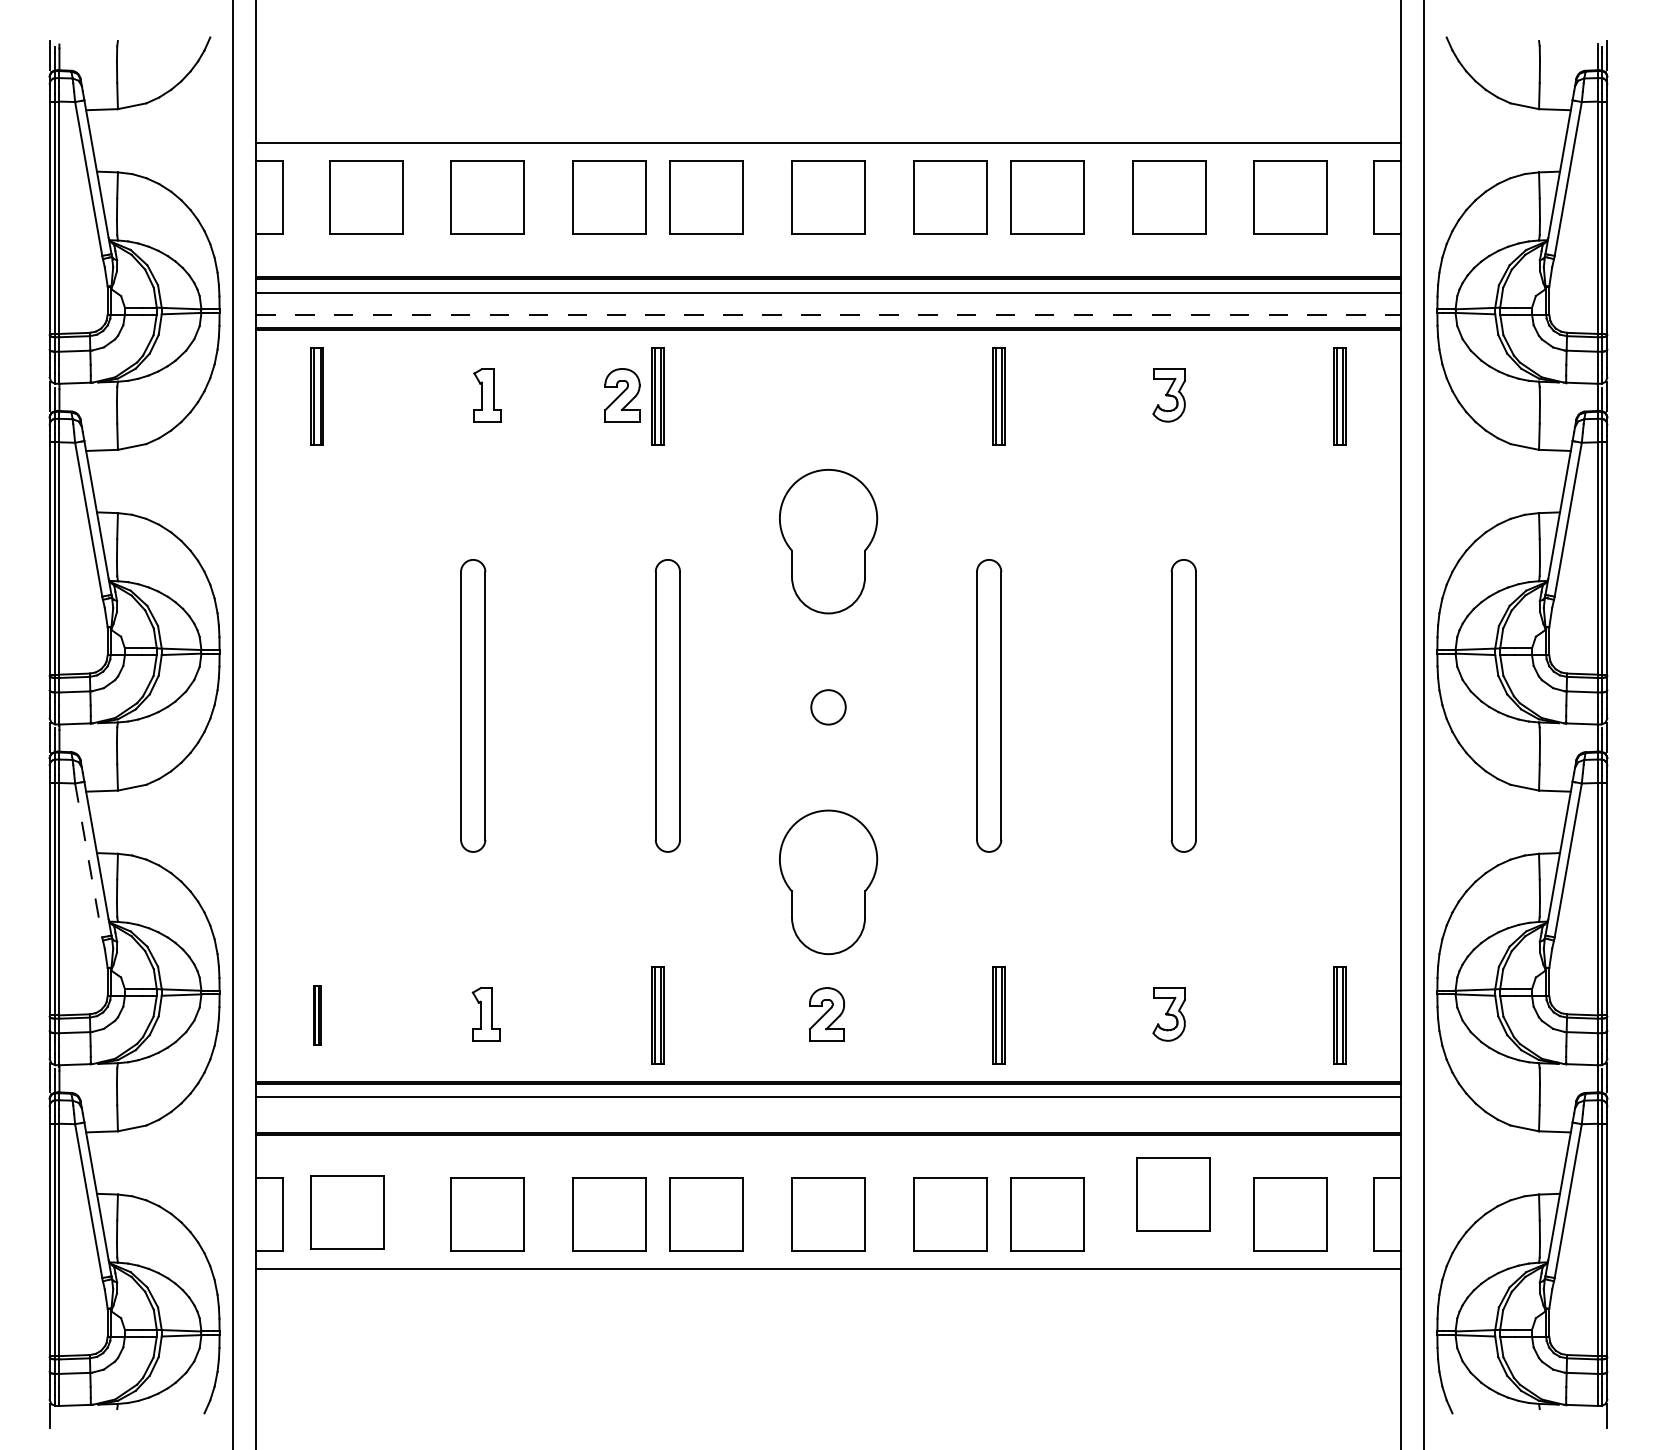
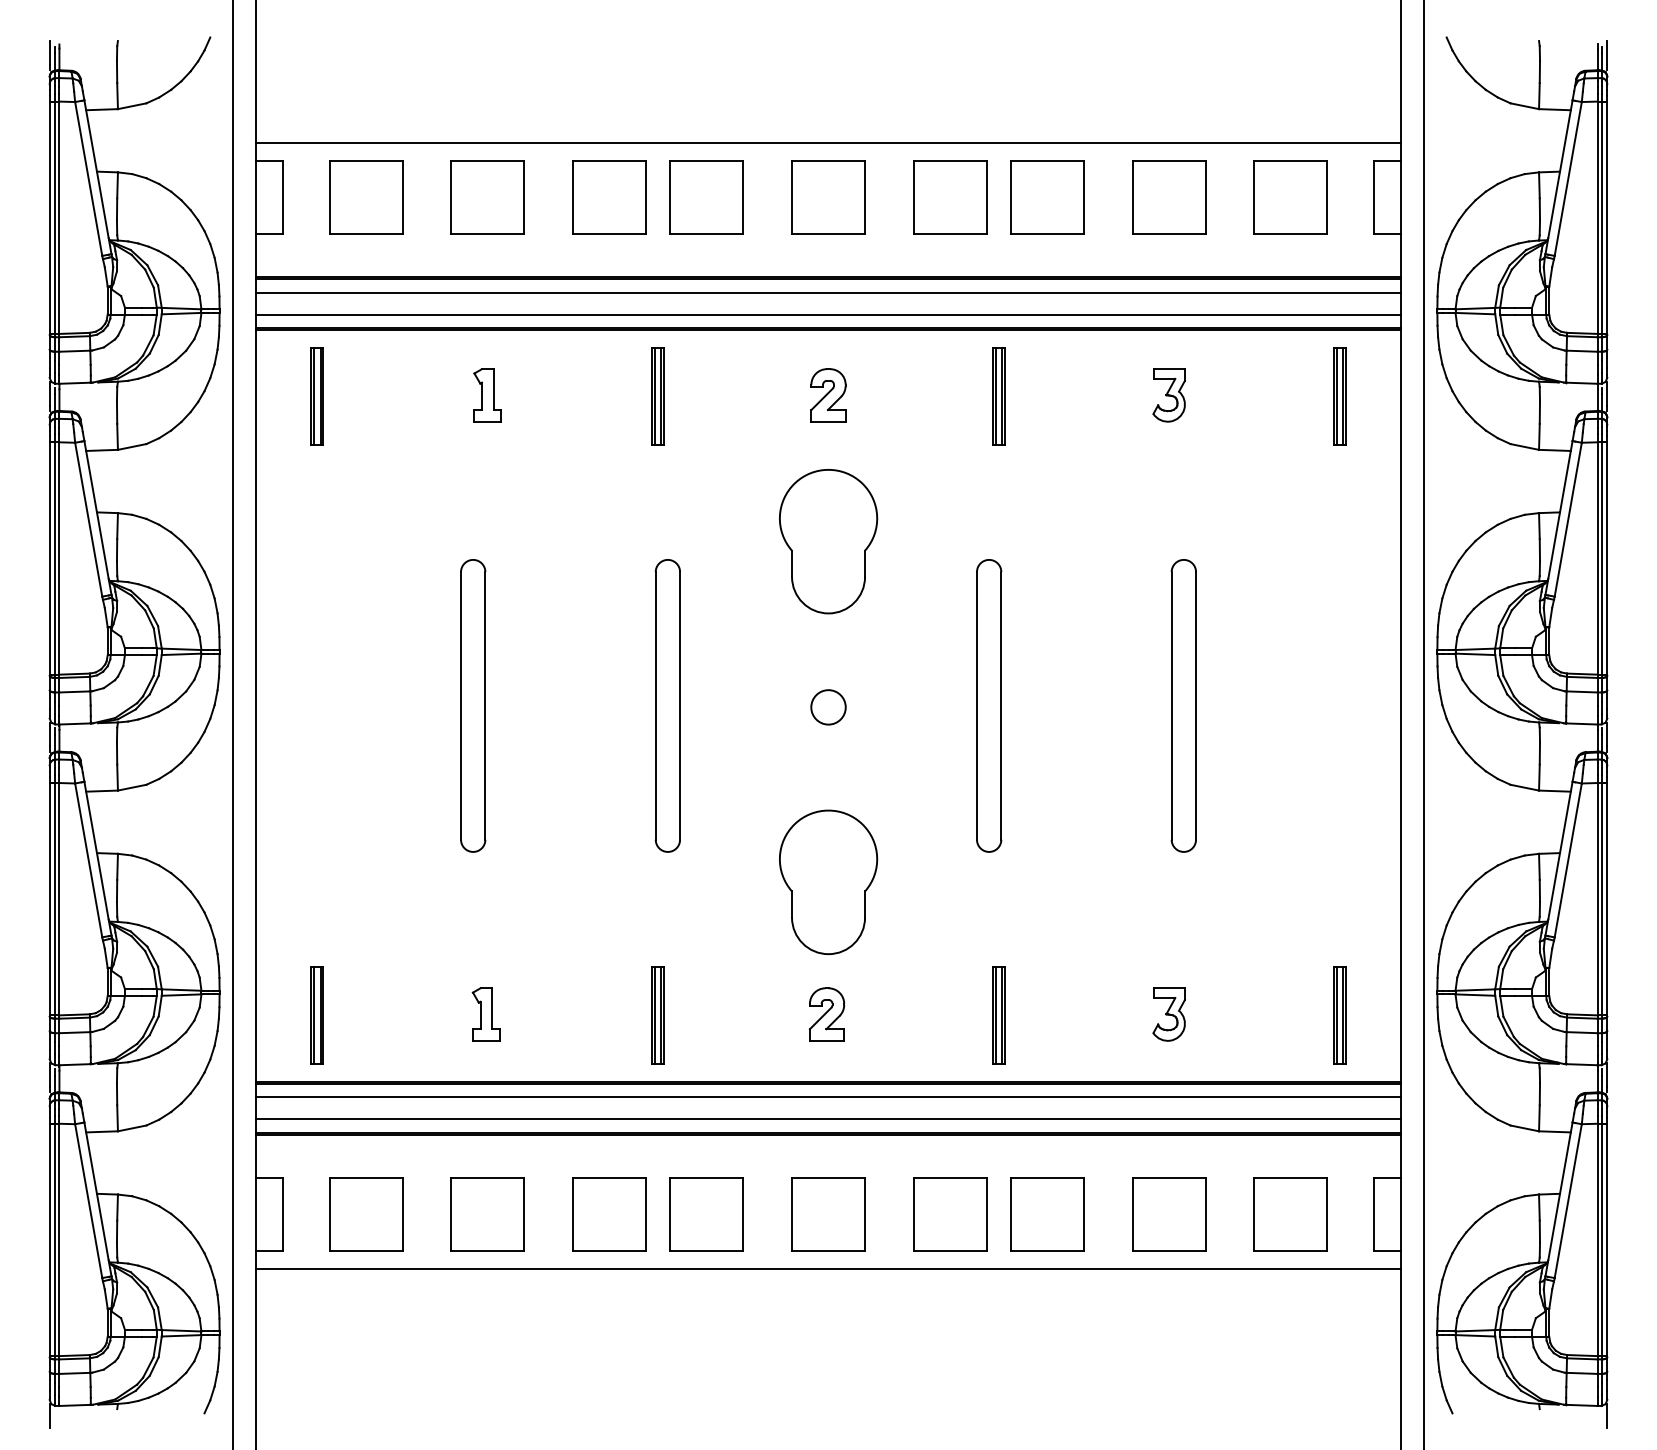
line at (829, 314): dashed -> solid
part at (622, 395) position: (622, 395) -> (828, 395)
line at (88, 860): dashed -> solid
part at (317, 1015) size: 9x61 px -> 14x99 px
line at (828, 1119): none -> present
part at (1173, 1194) position: (1173, 1194) -> (1169, 1214)
part at (347, 1212) position: (347, 1212) -> (366, 1214)
